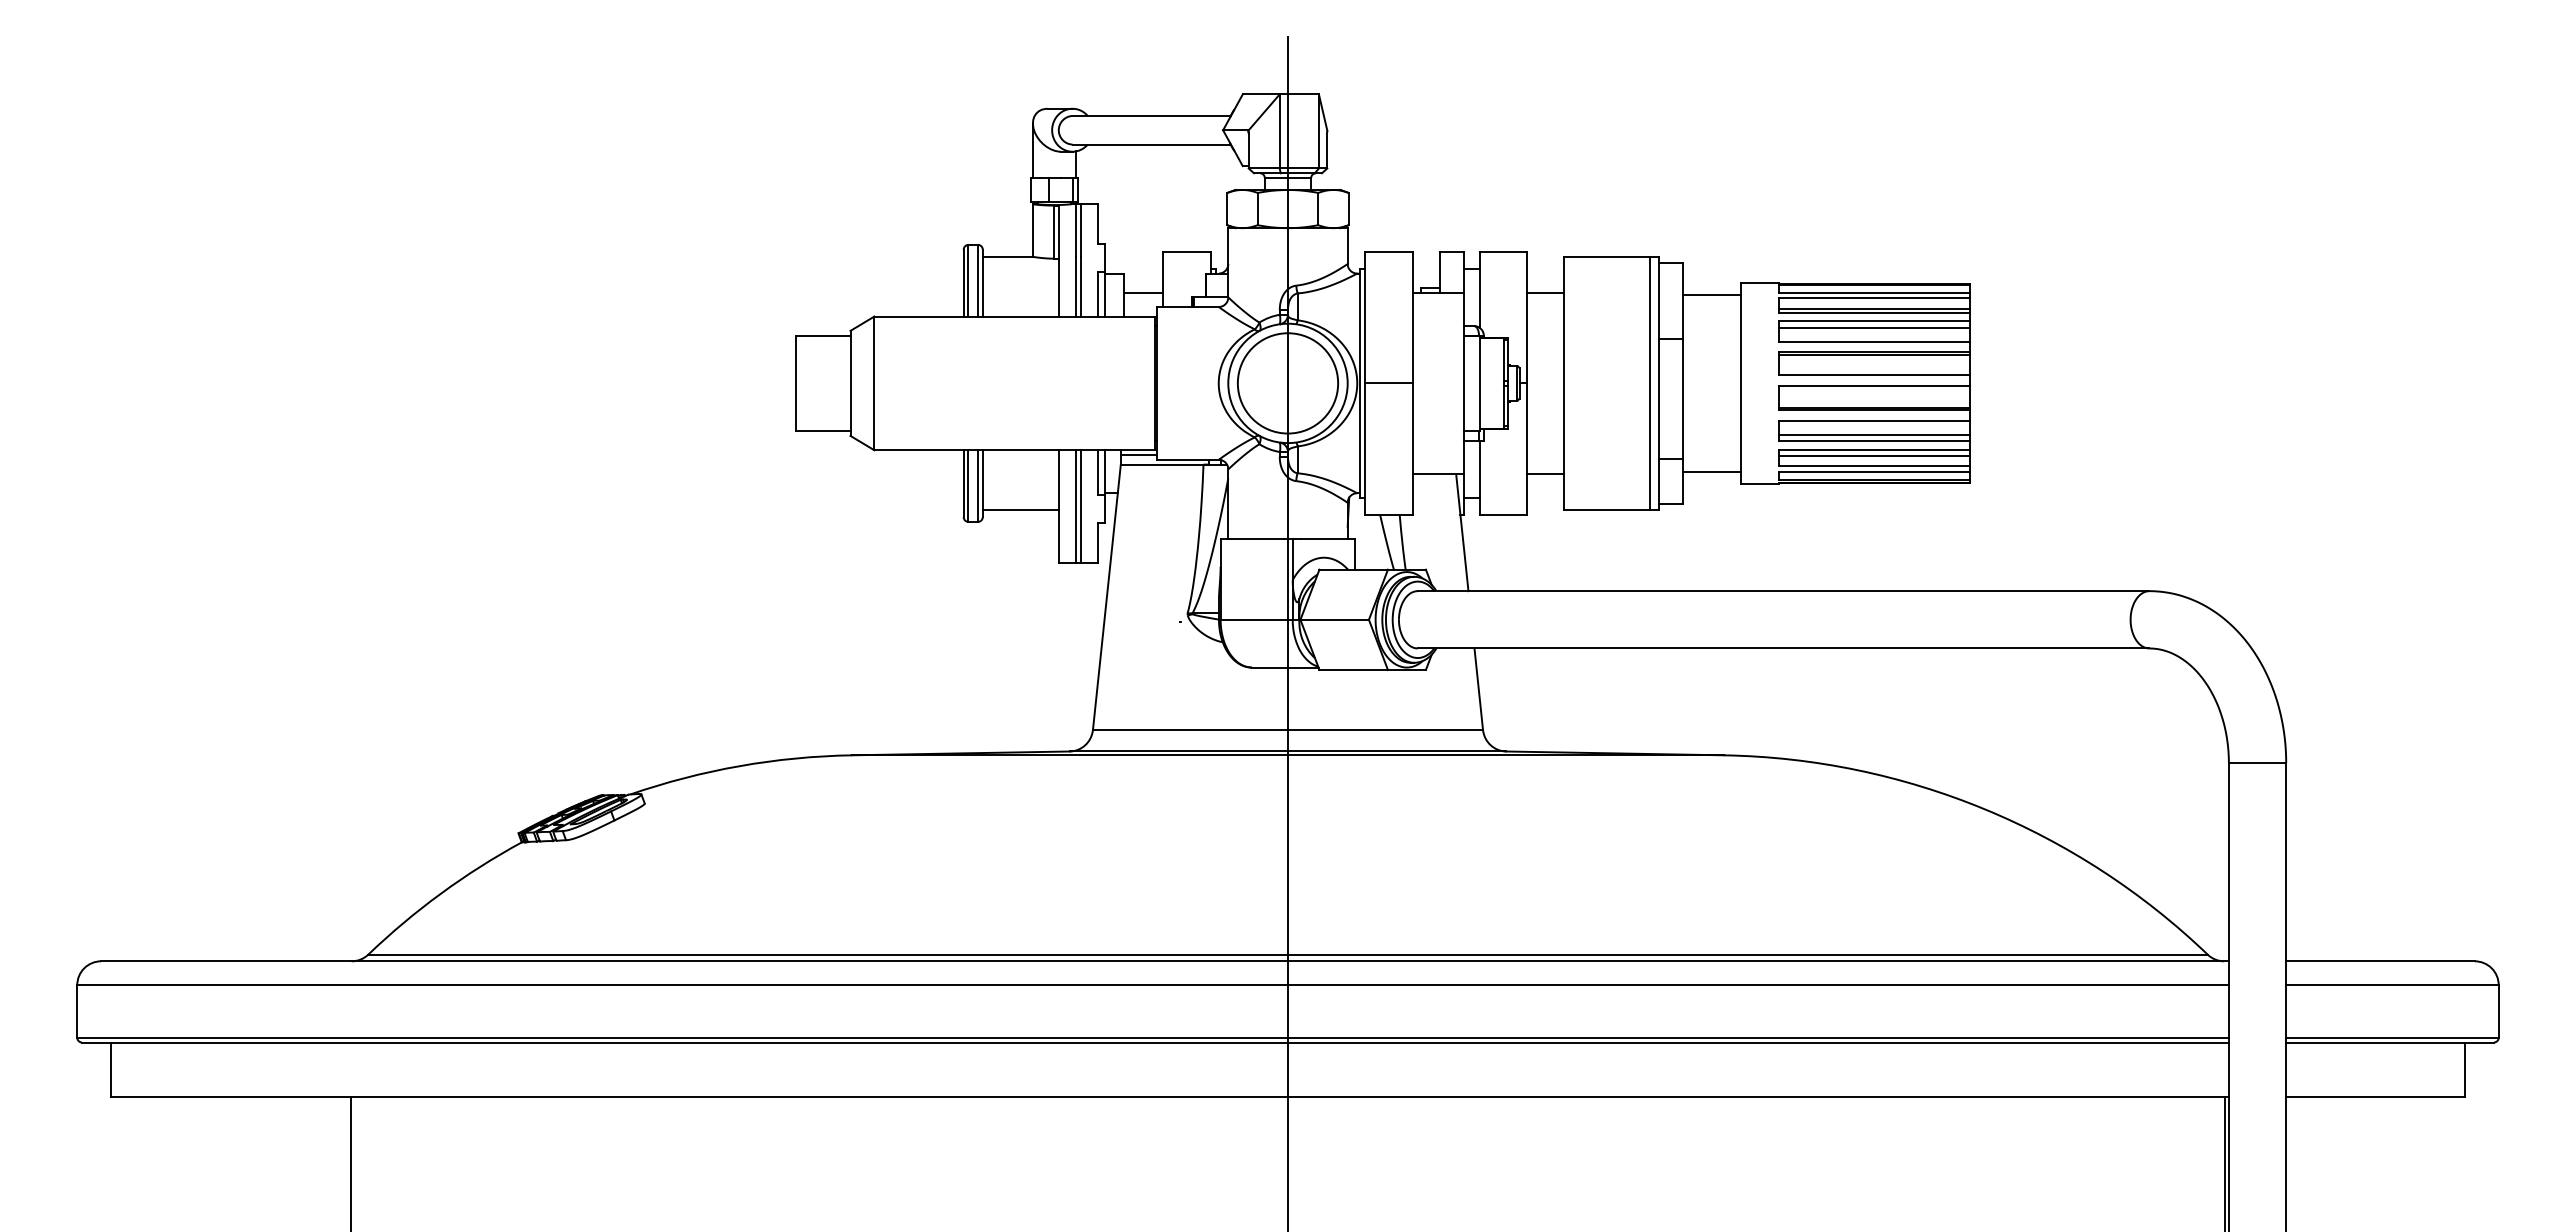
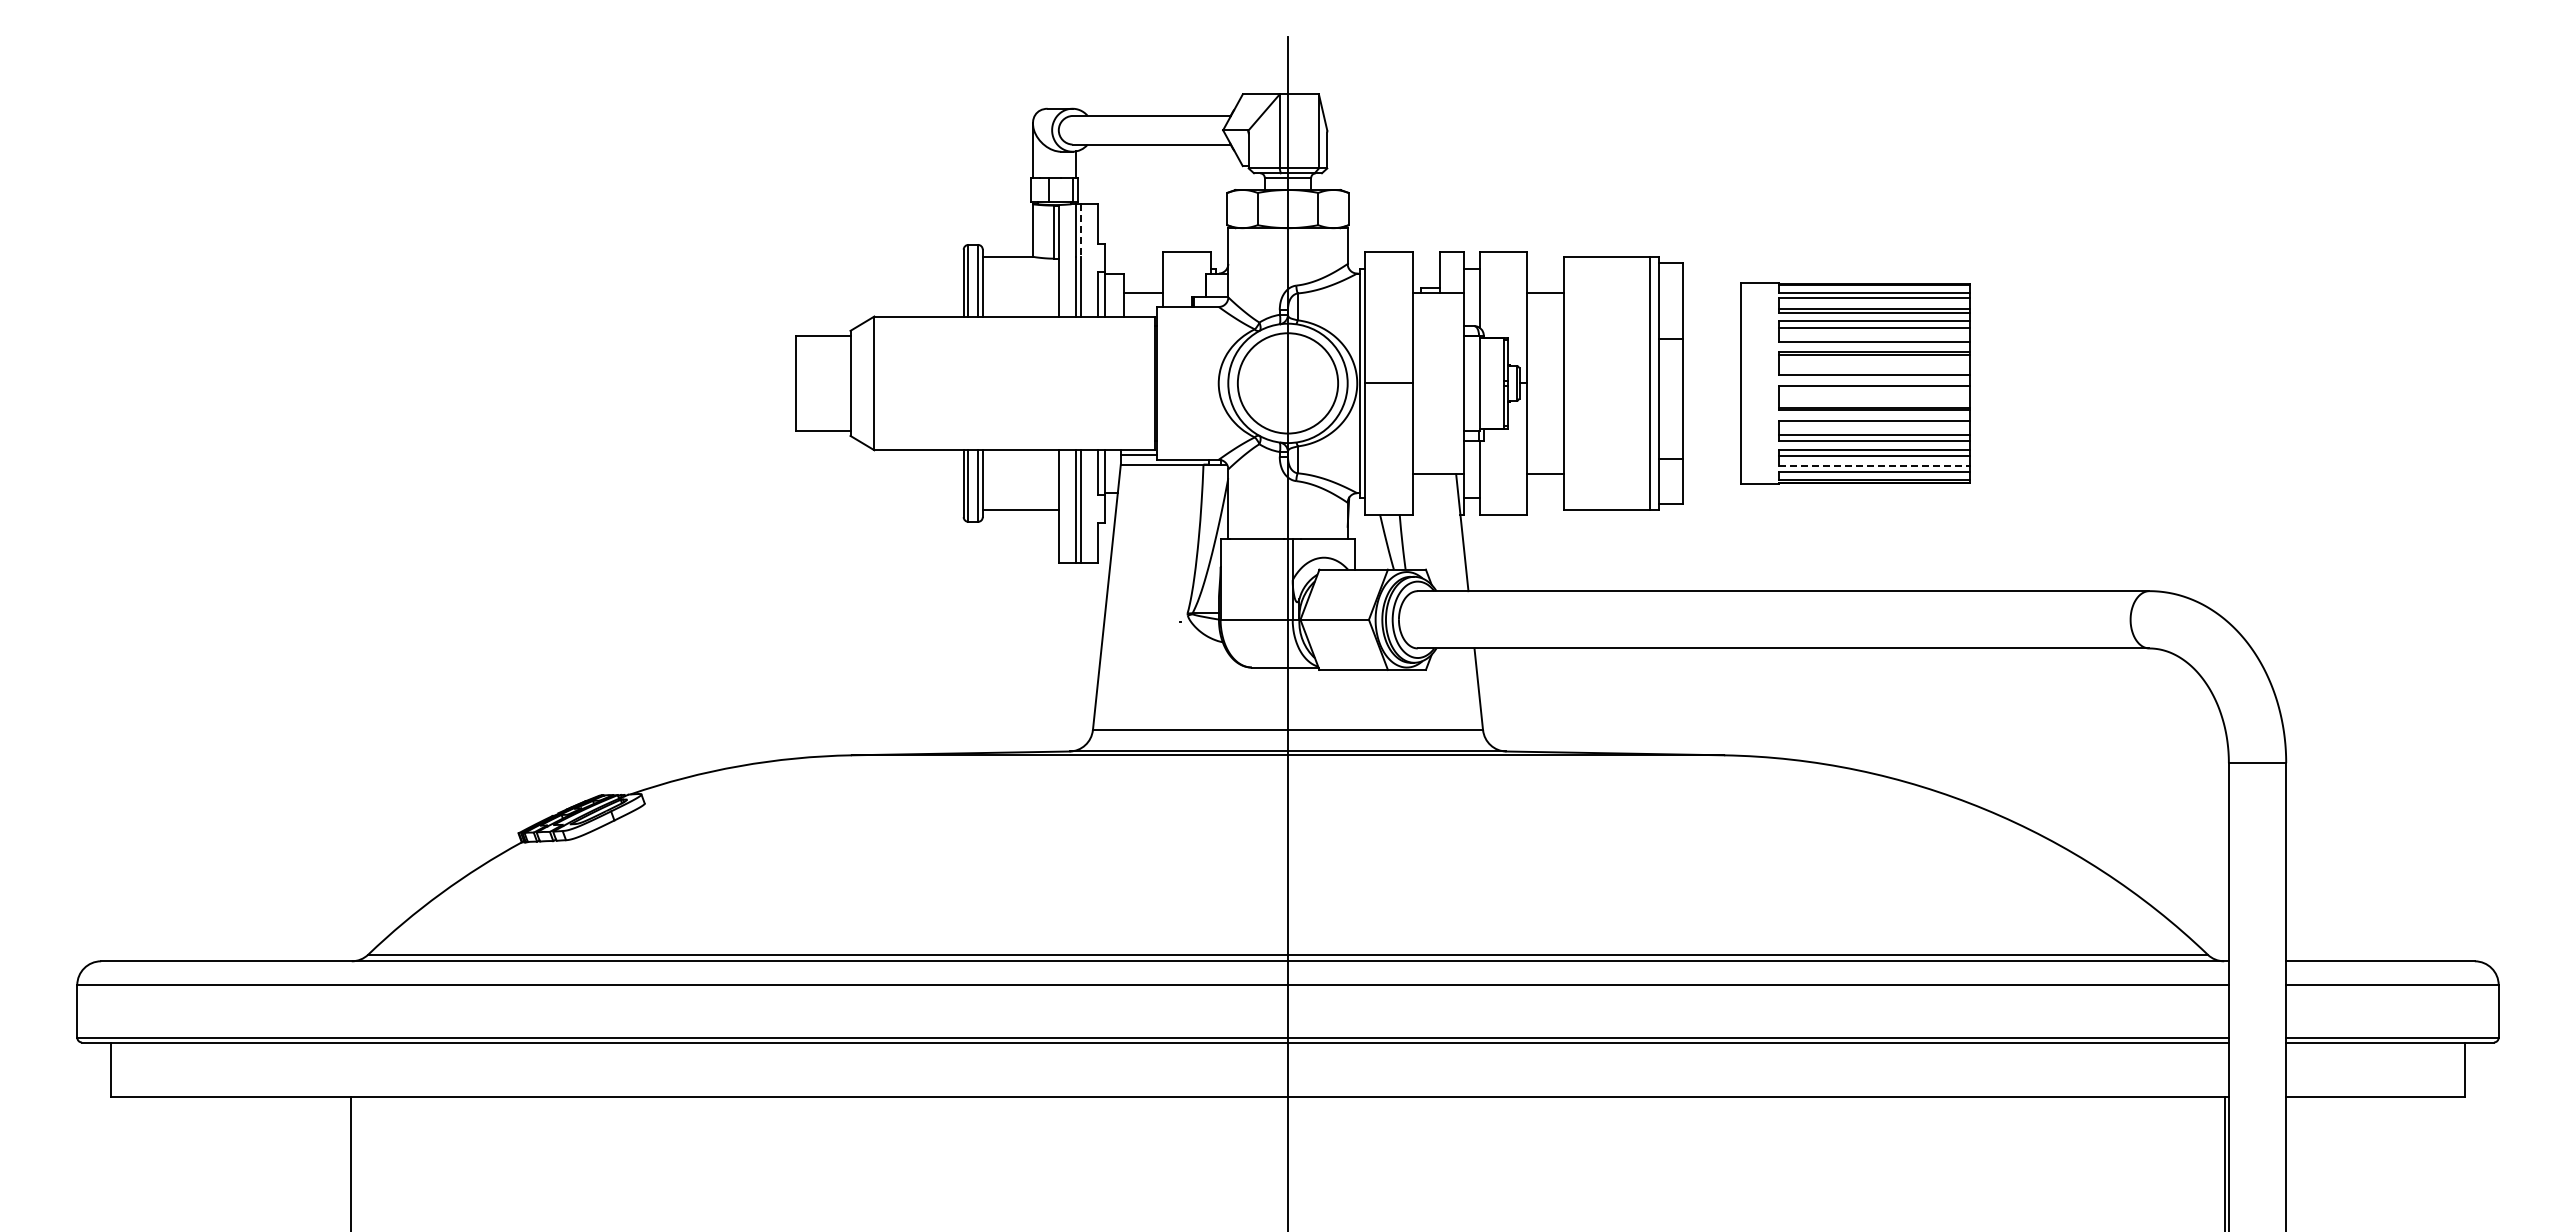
line at (1081, 231): solid -> dashed
line at (1711, 295): present -> none
line at (1874, 465): solid -> dashed
line at (1711, 471): present -> none
